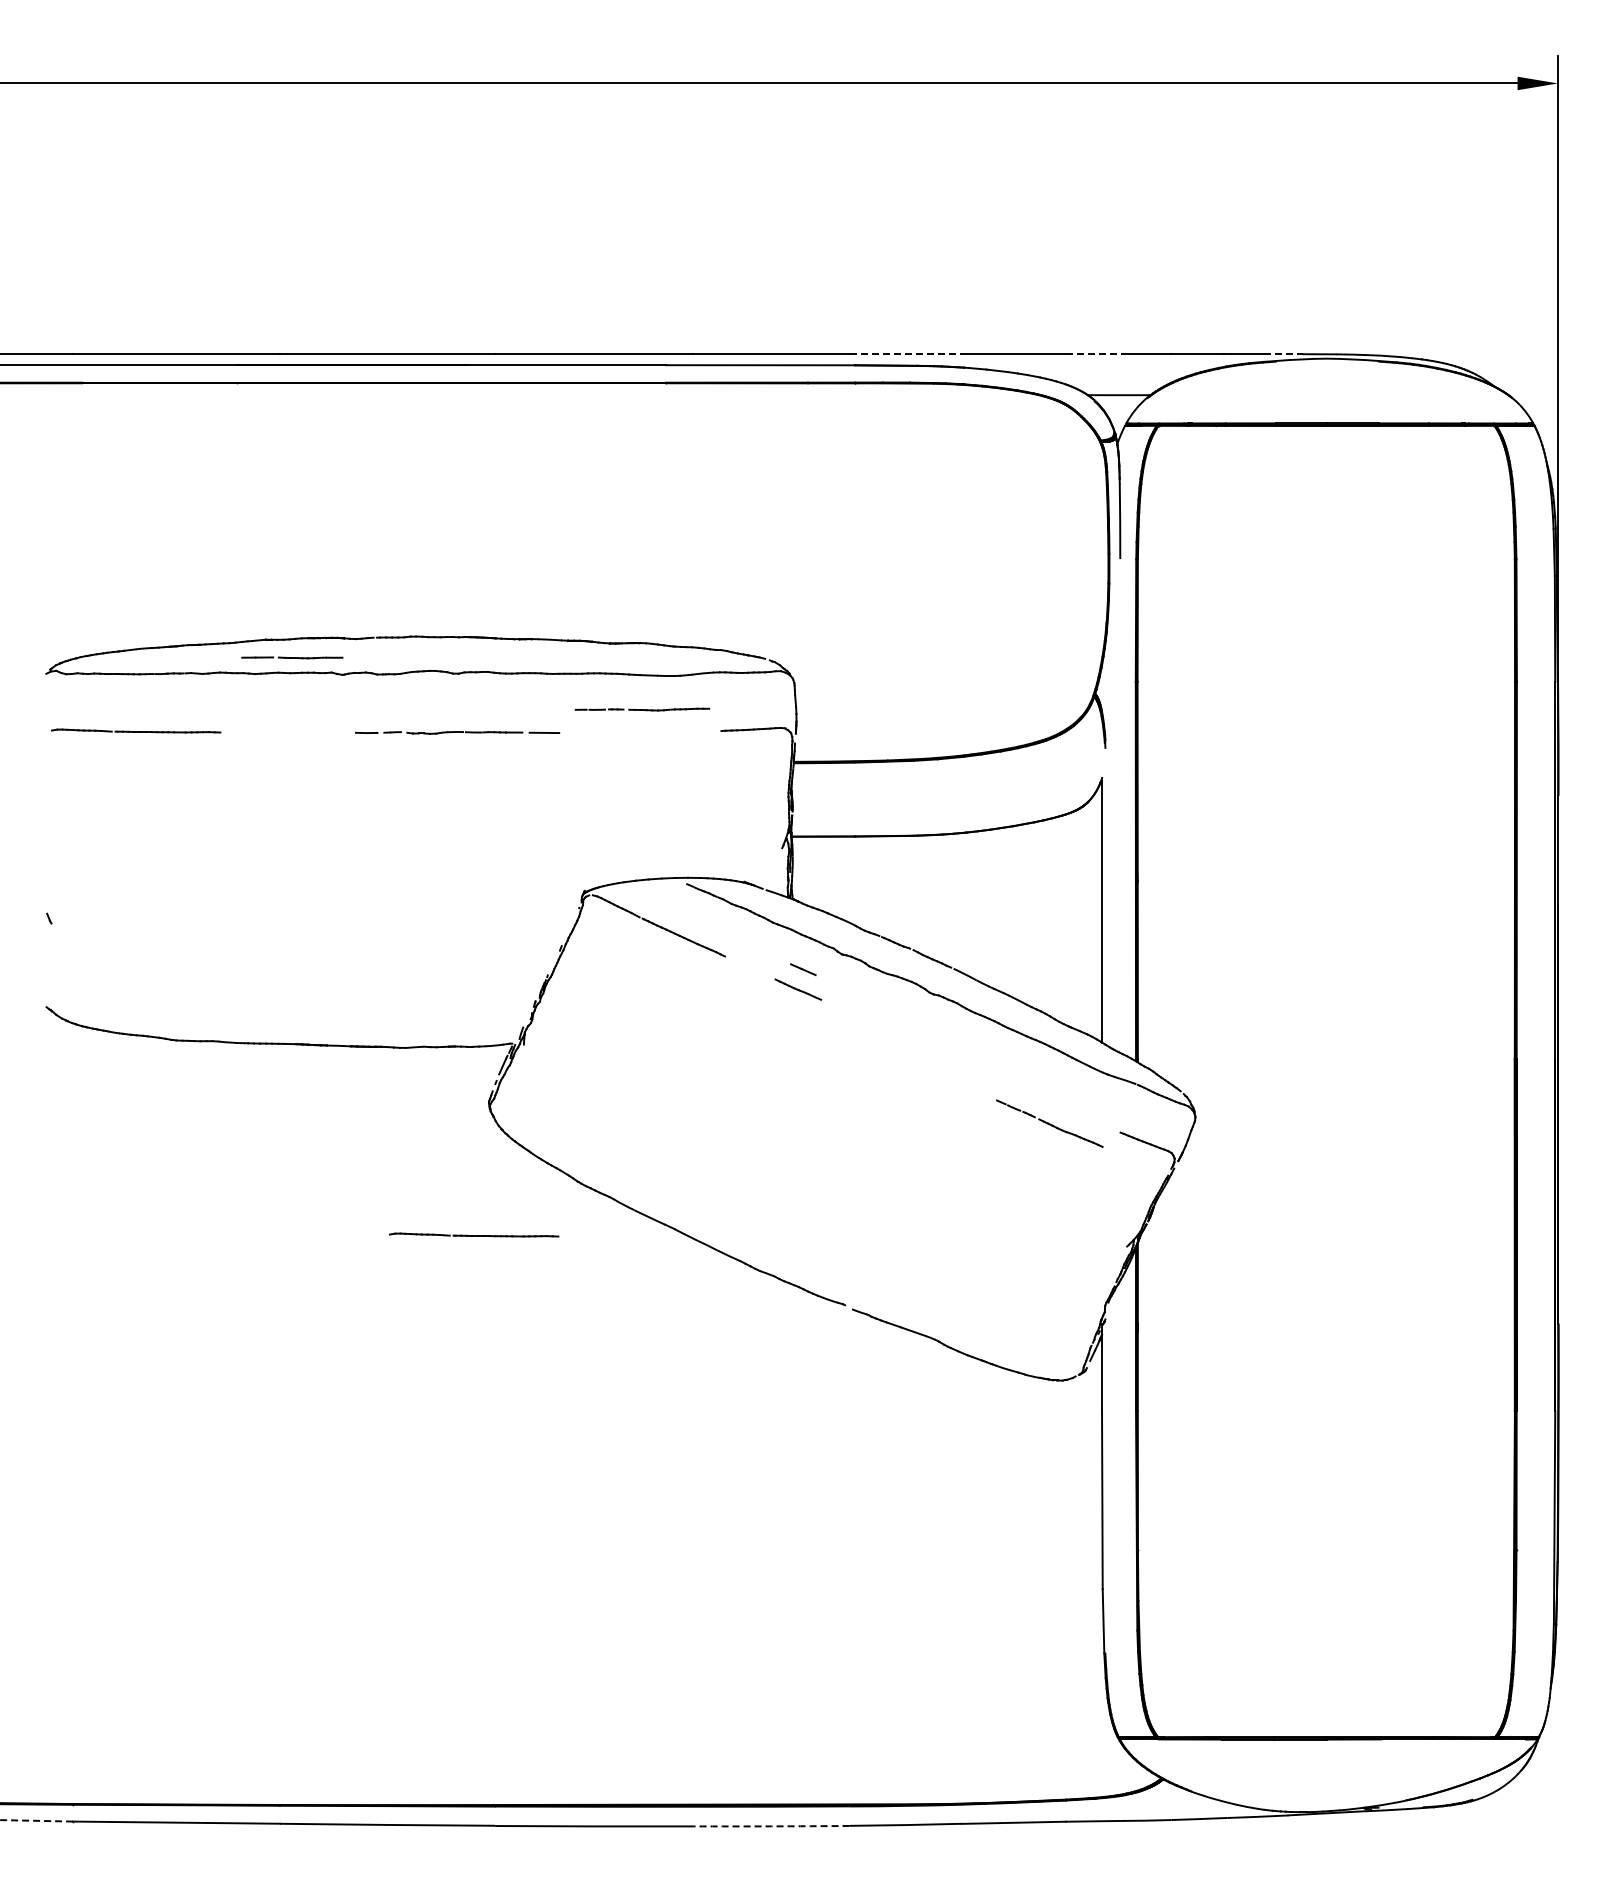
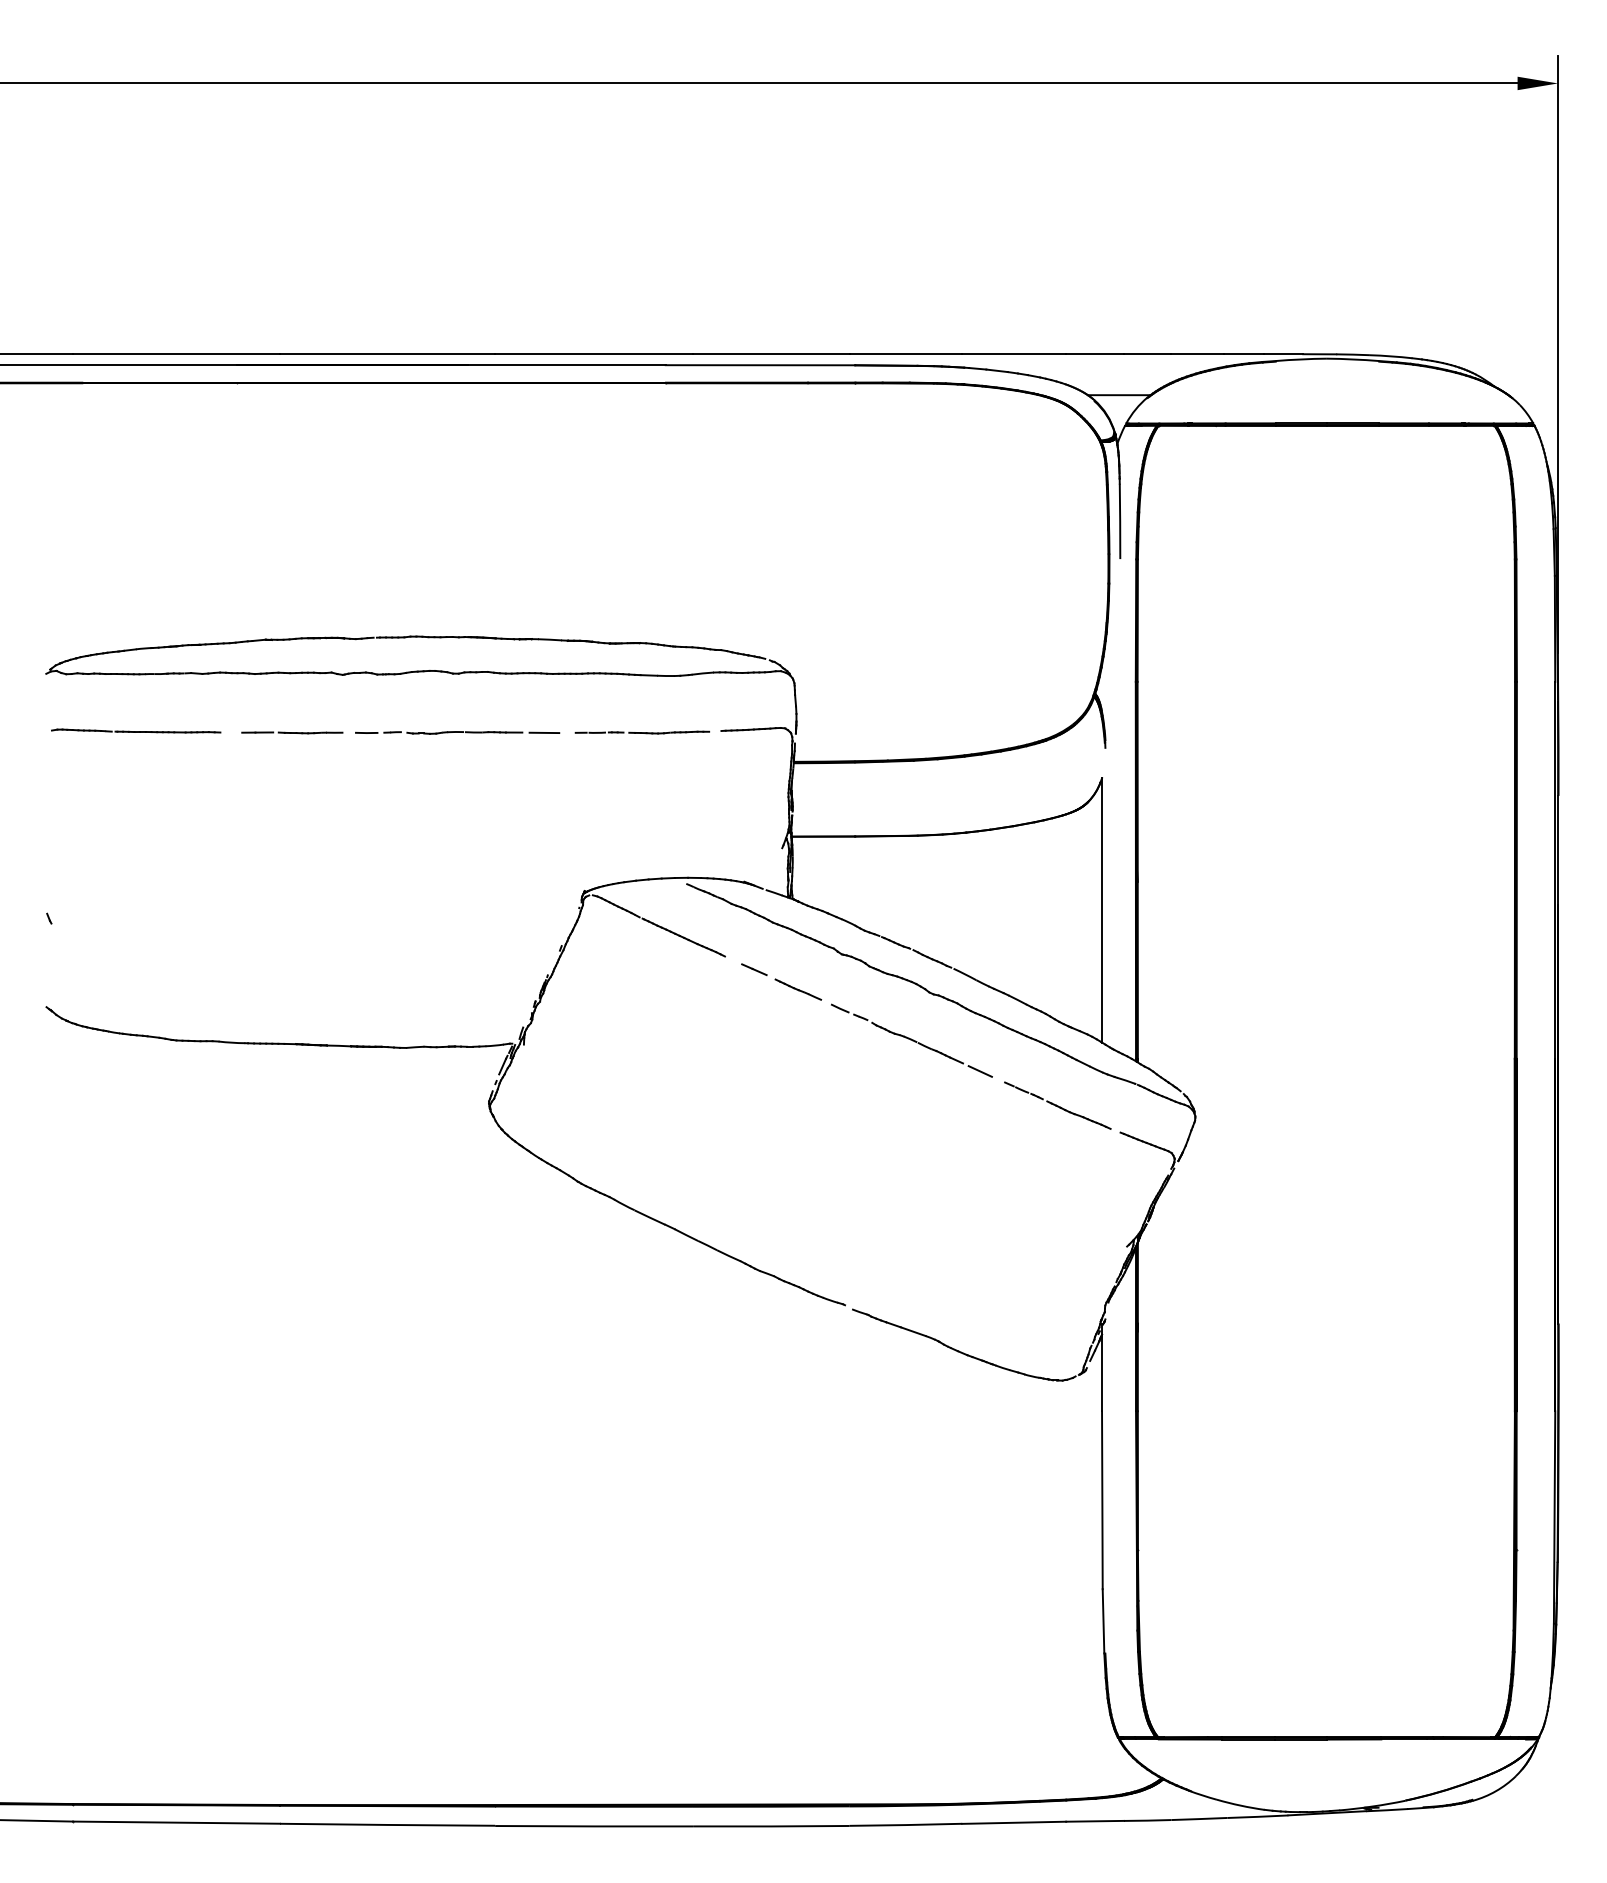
line at (906, 354): dashed -> solid
line at (1094, 354): dashed -> solid
line at (1283, 354): dashed -> solid
line at (292, 657) position: (292, 657) -> (292, 732)
part at (642, 709) position: (642, 709) -> (642, 732)
line at (803, 969) position: (803, 969) -> (754, 969)
part at (911, 1040): none -> present
part at (1049, 1123) position: (1049, 1123) -> (1057, 1105)
line at (474, 1235): present -> none
line at (36, 1820): dashed -> solid
arc at (771, 1826): dashed -> solid
